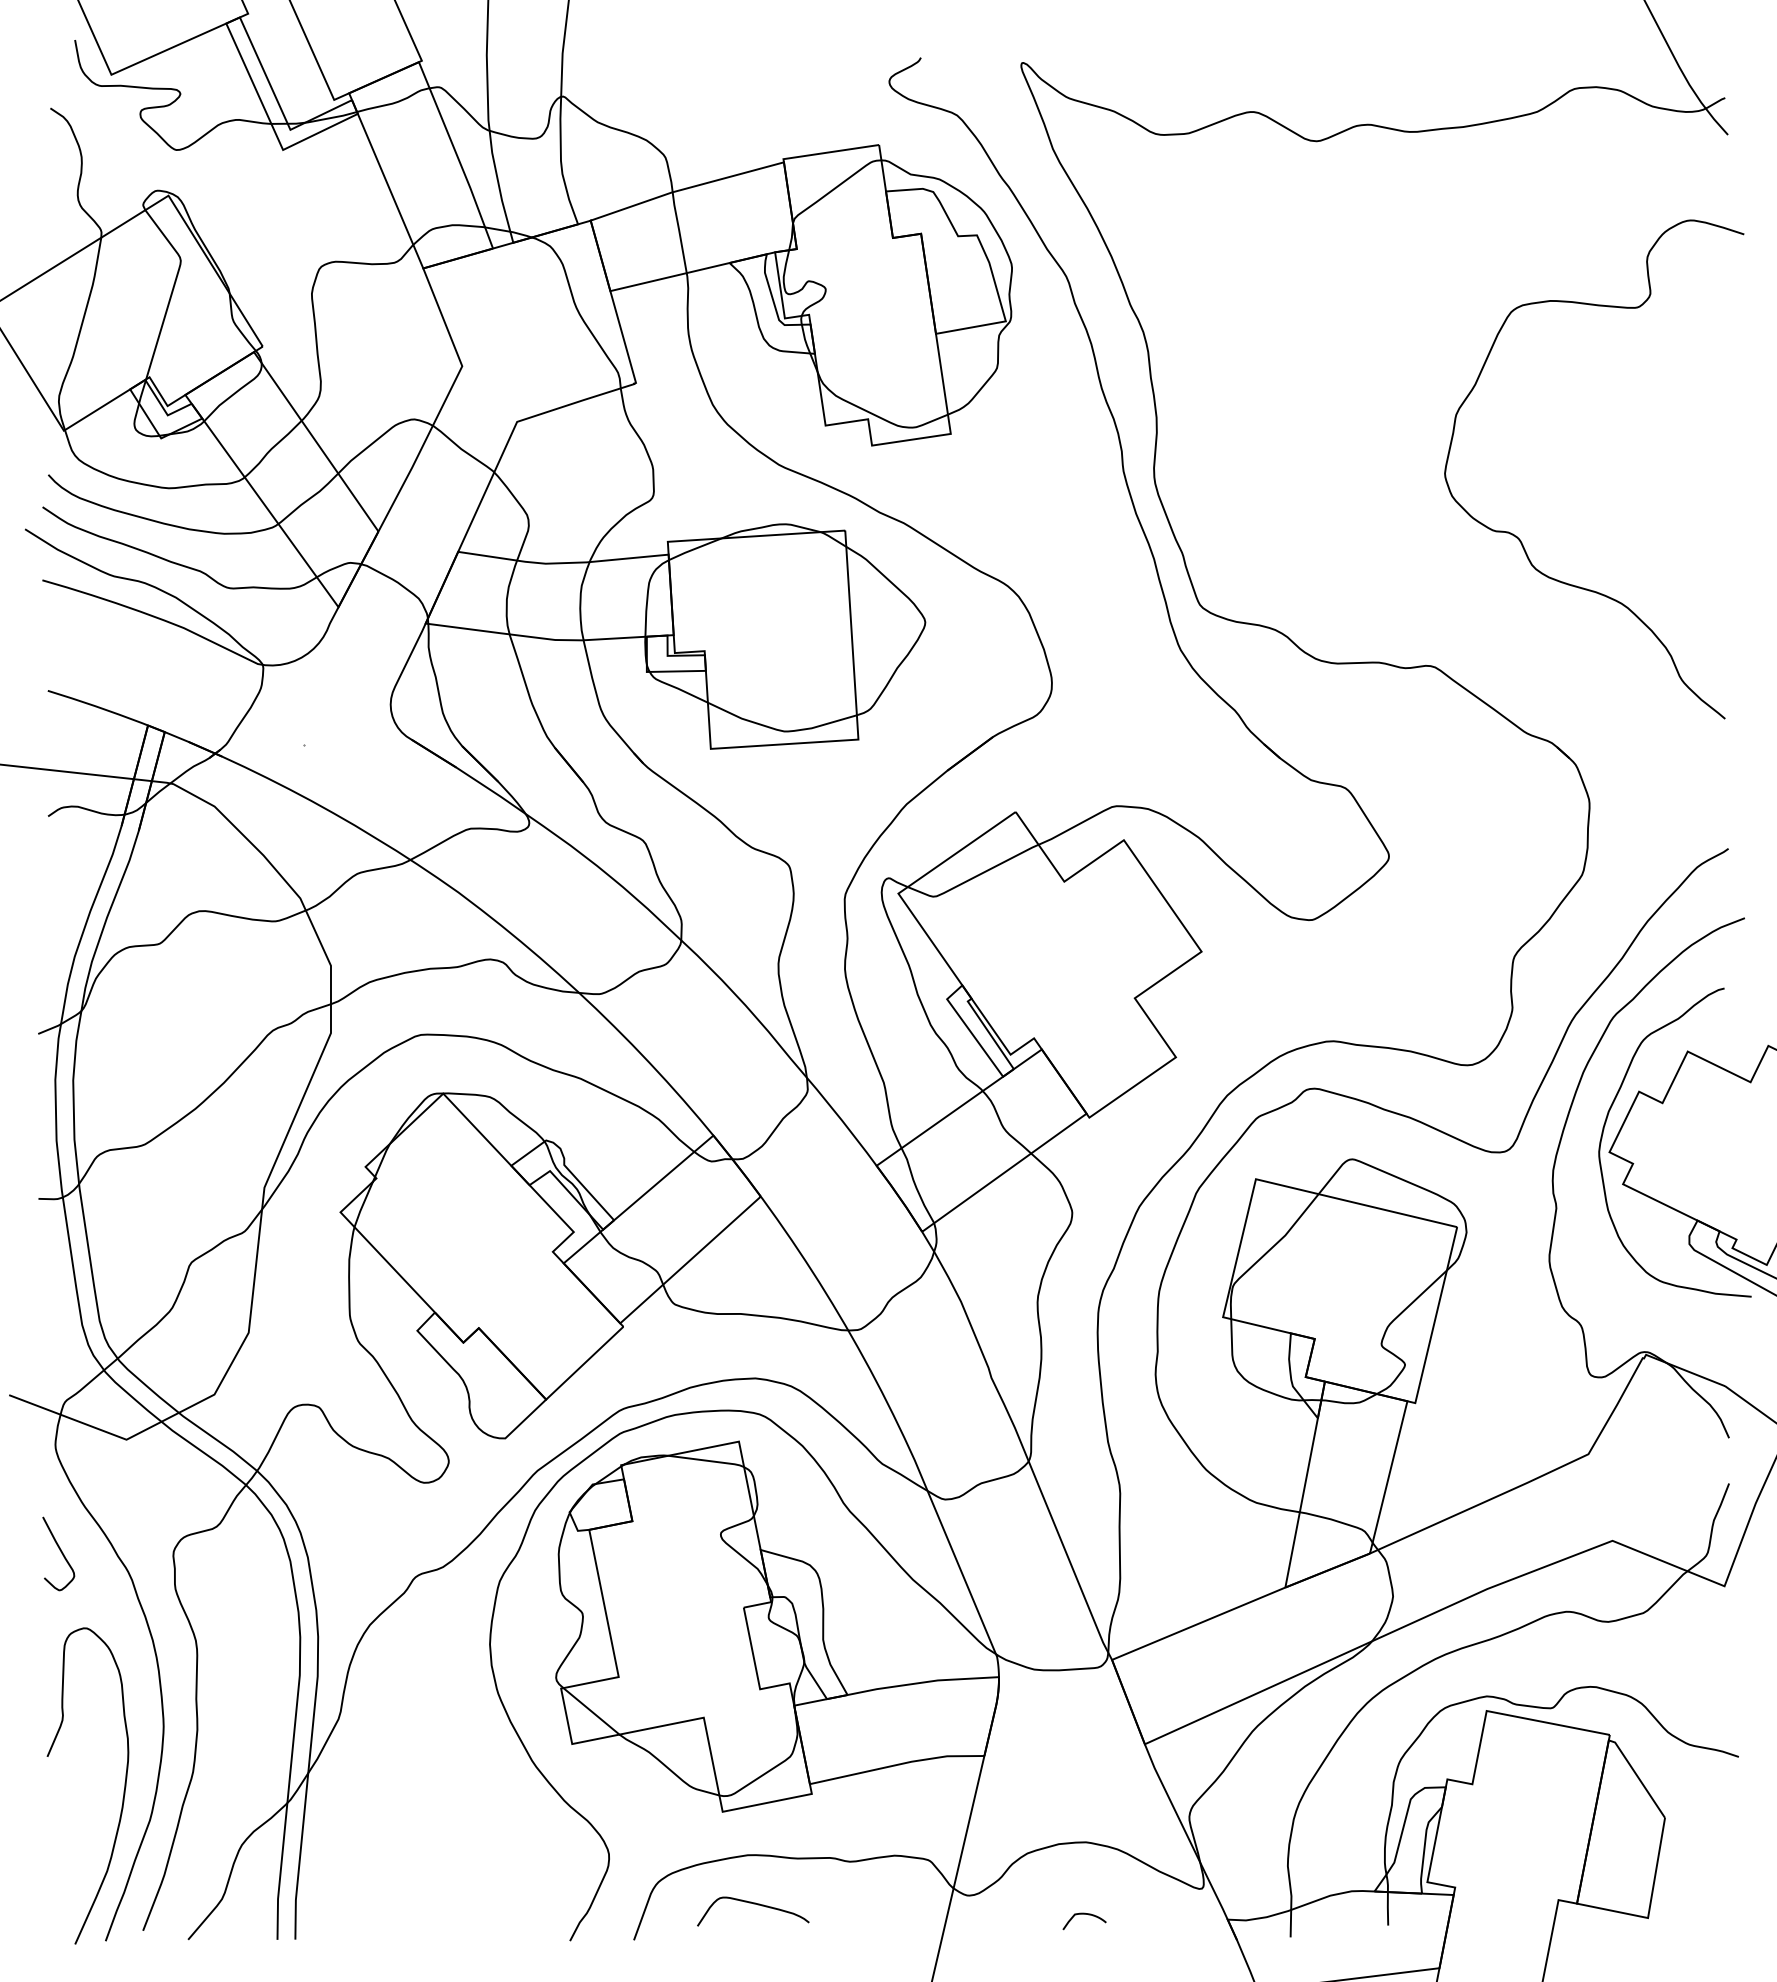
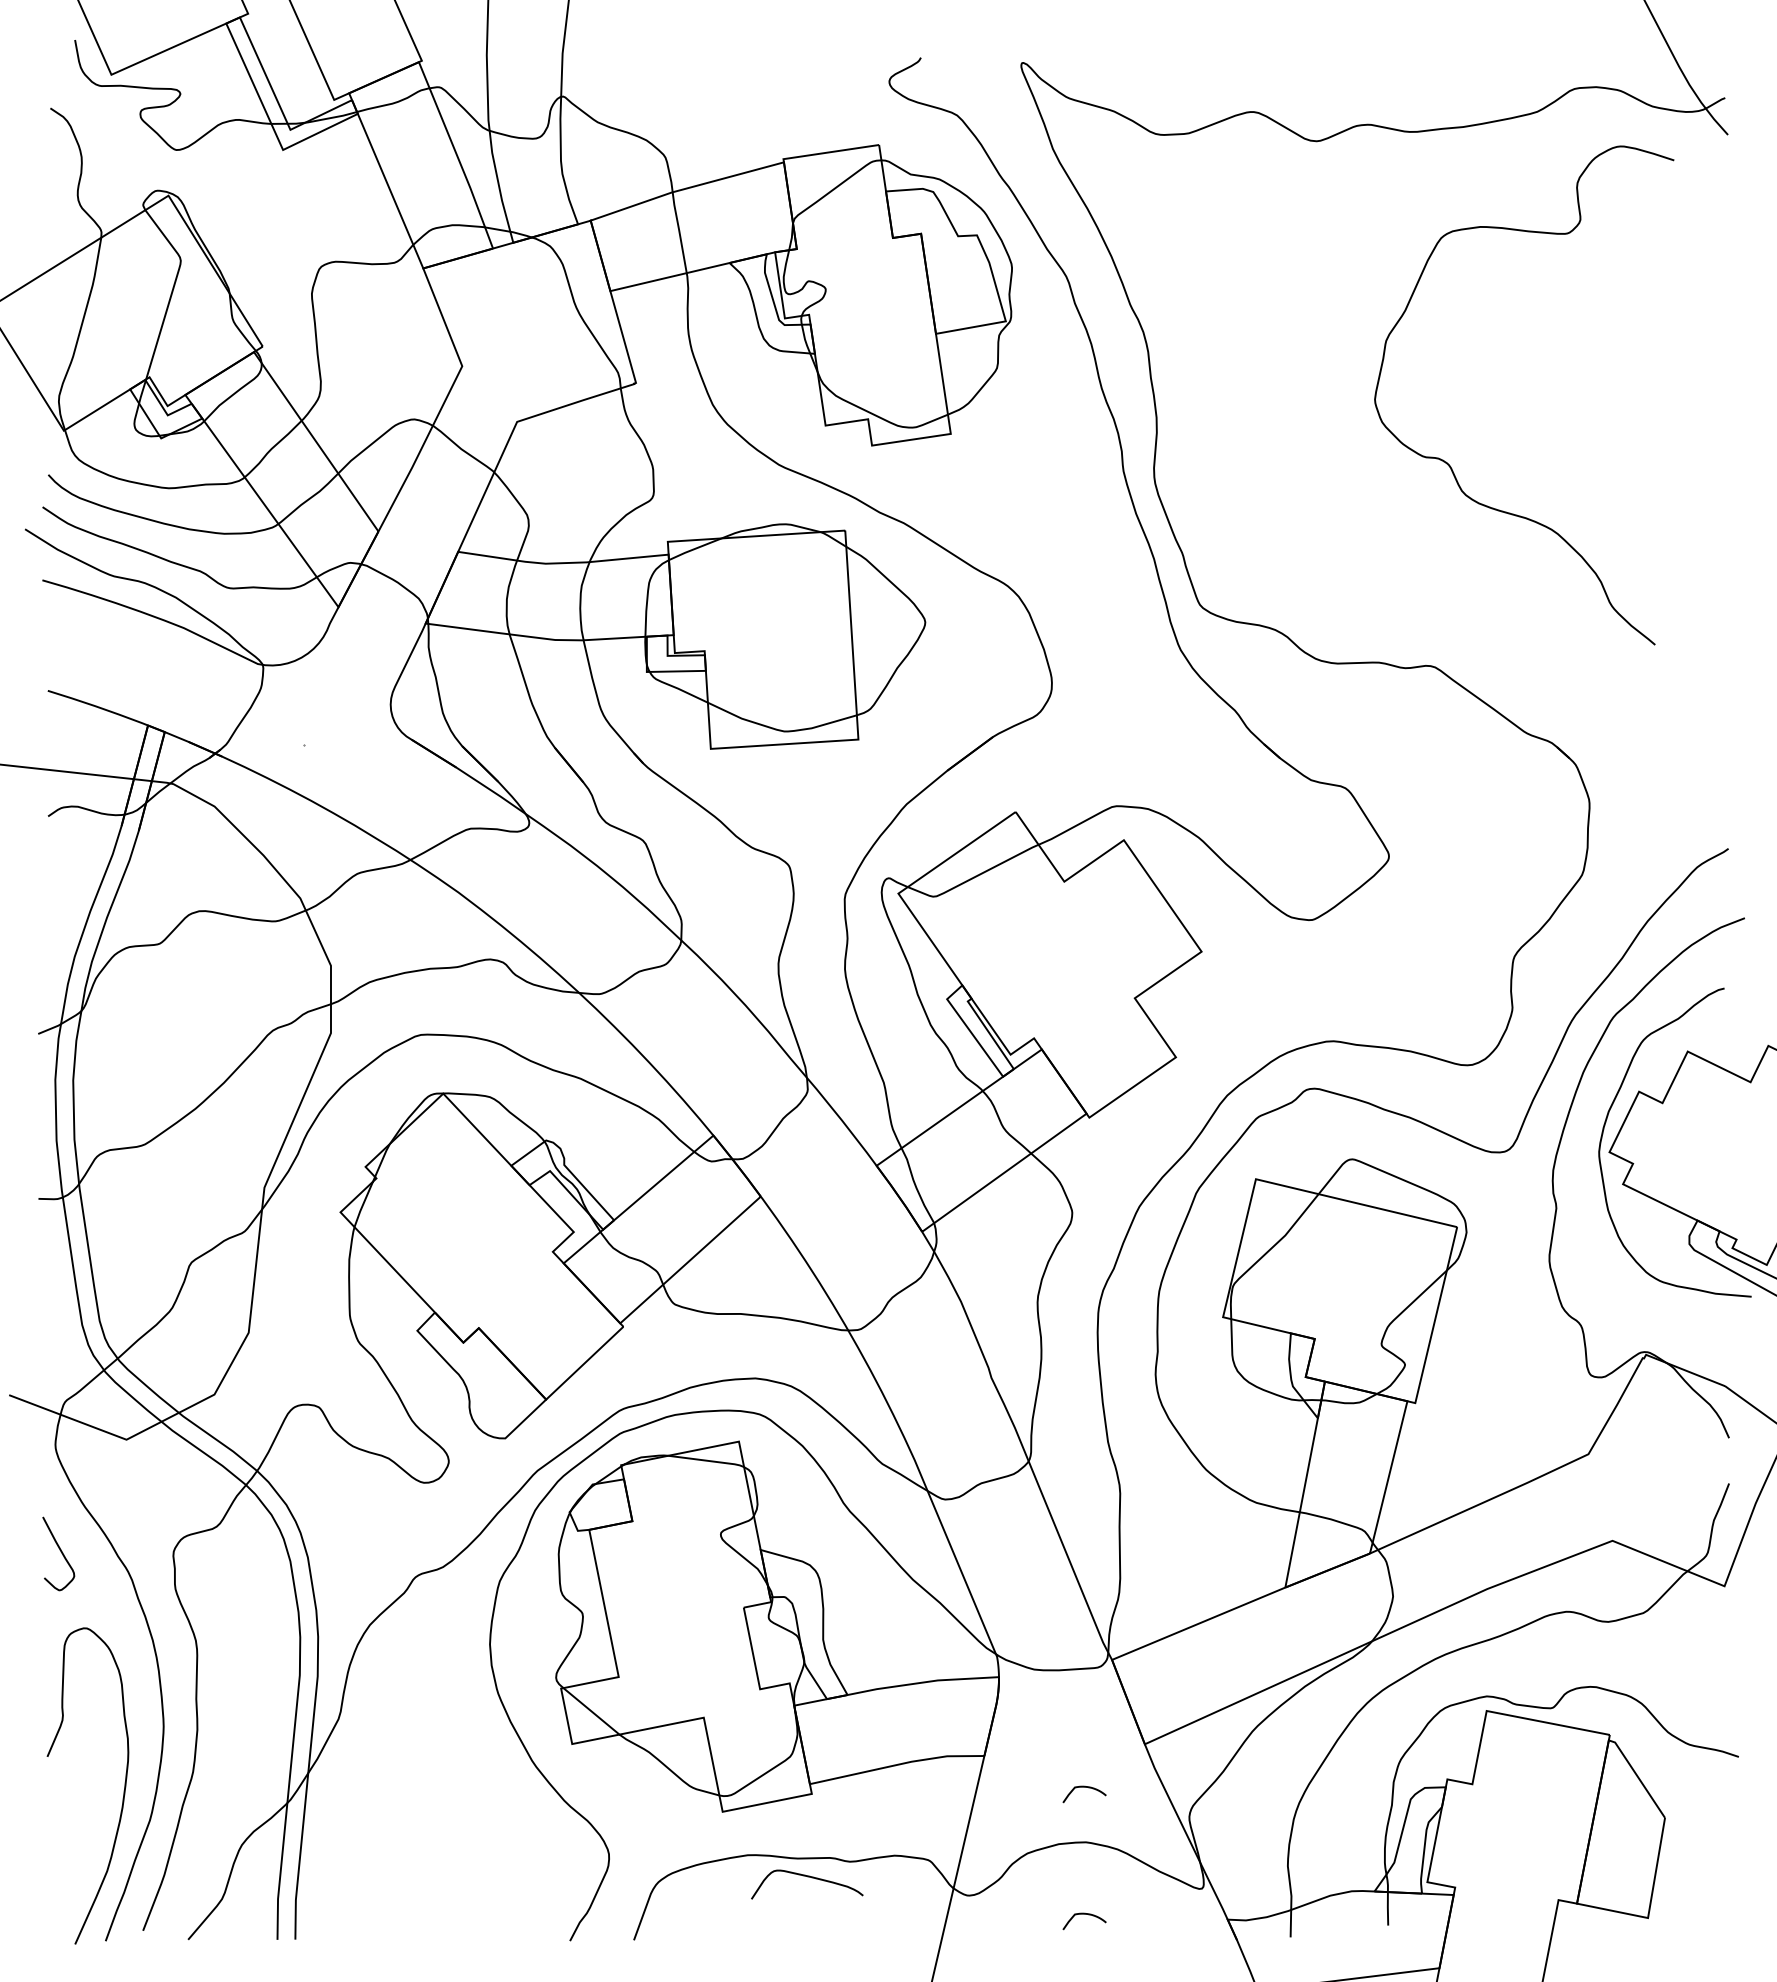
curve at (1521, 540) position: (1521, 540) -> (1451, 466)
curve at (1084, 1787): none -> present
curve at (753, 1904) position: (753, 1904) -> (807, 1877)
